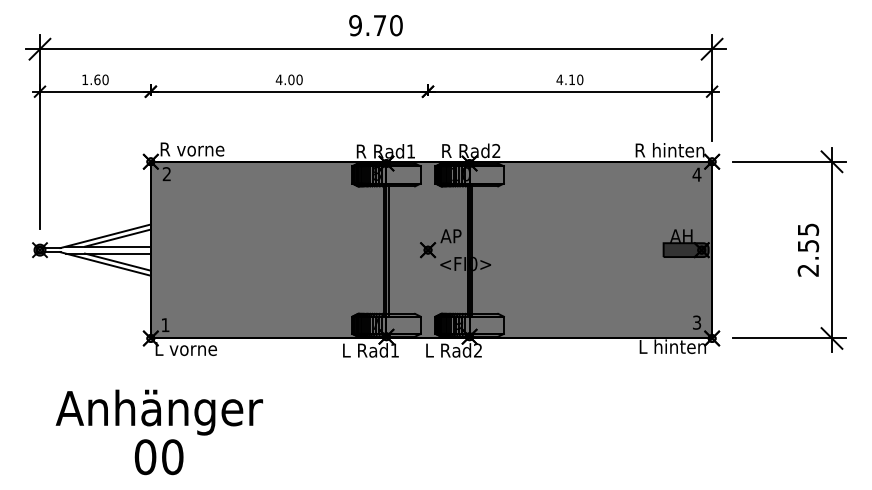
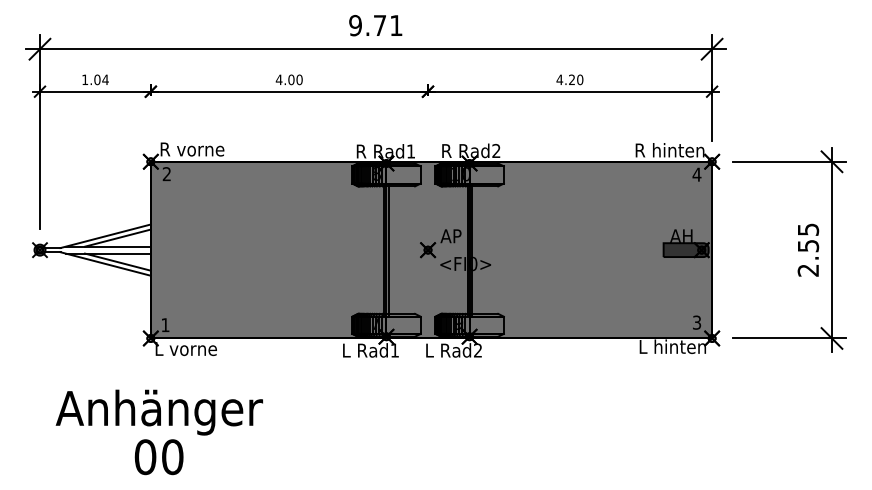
text at (396, 25): 9.70 -> 9.71
text at (101, 79): 1.60 -> 1.04
text at (571, 79): 4.10 -> 4.20
